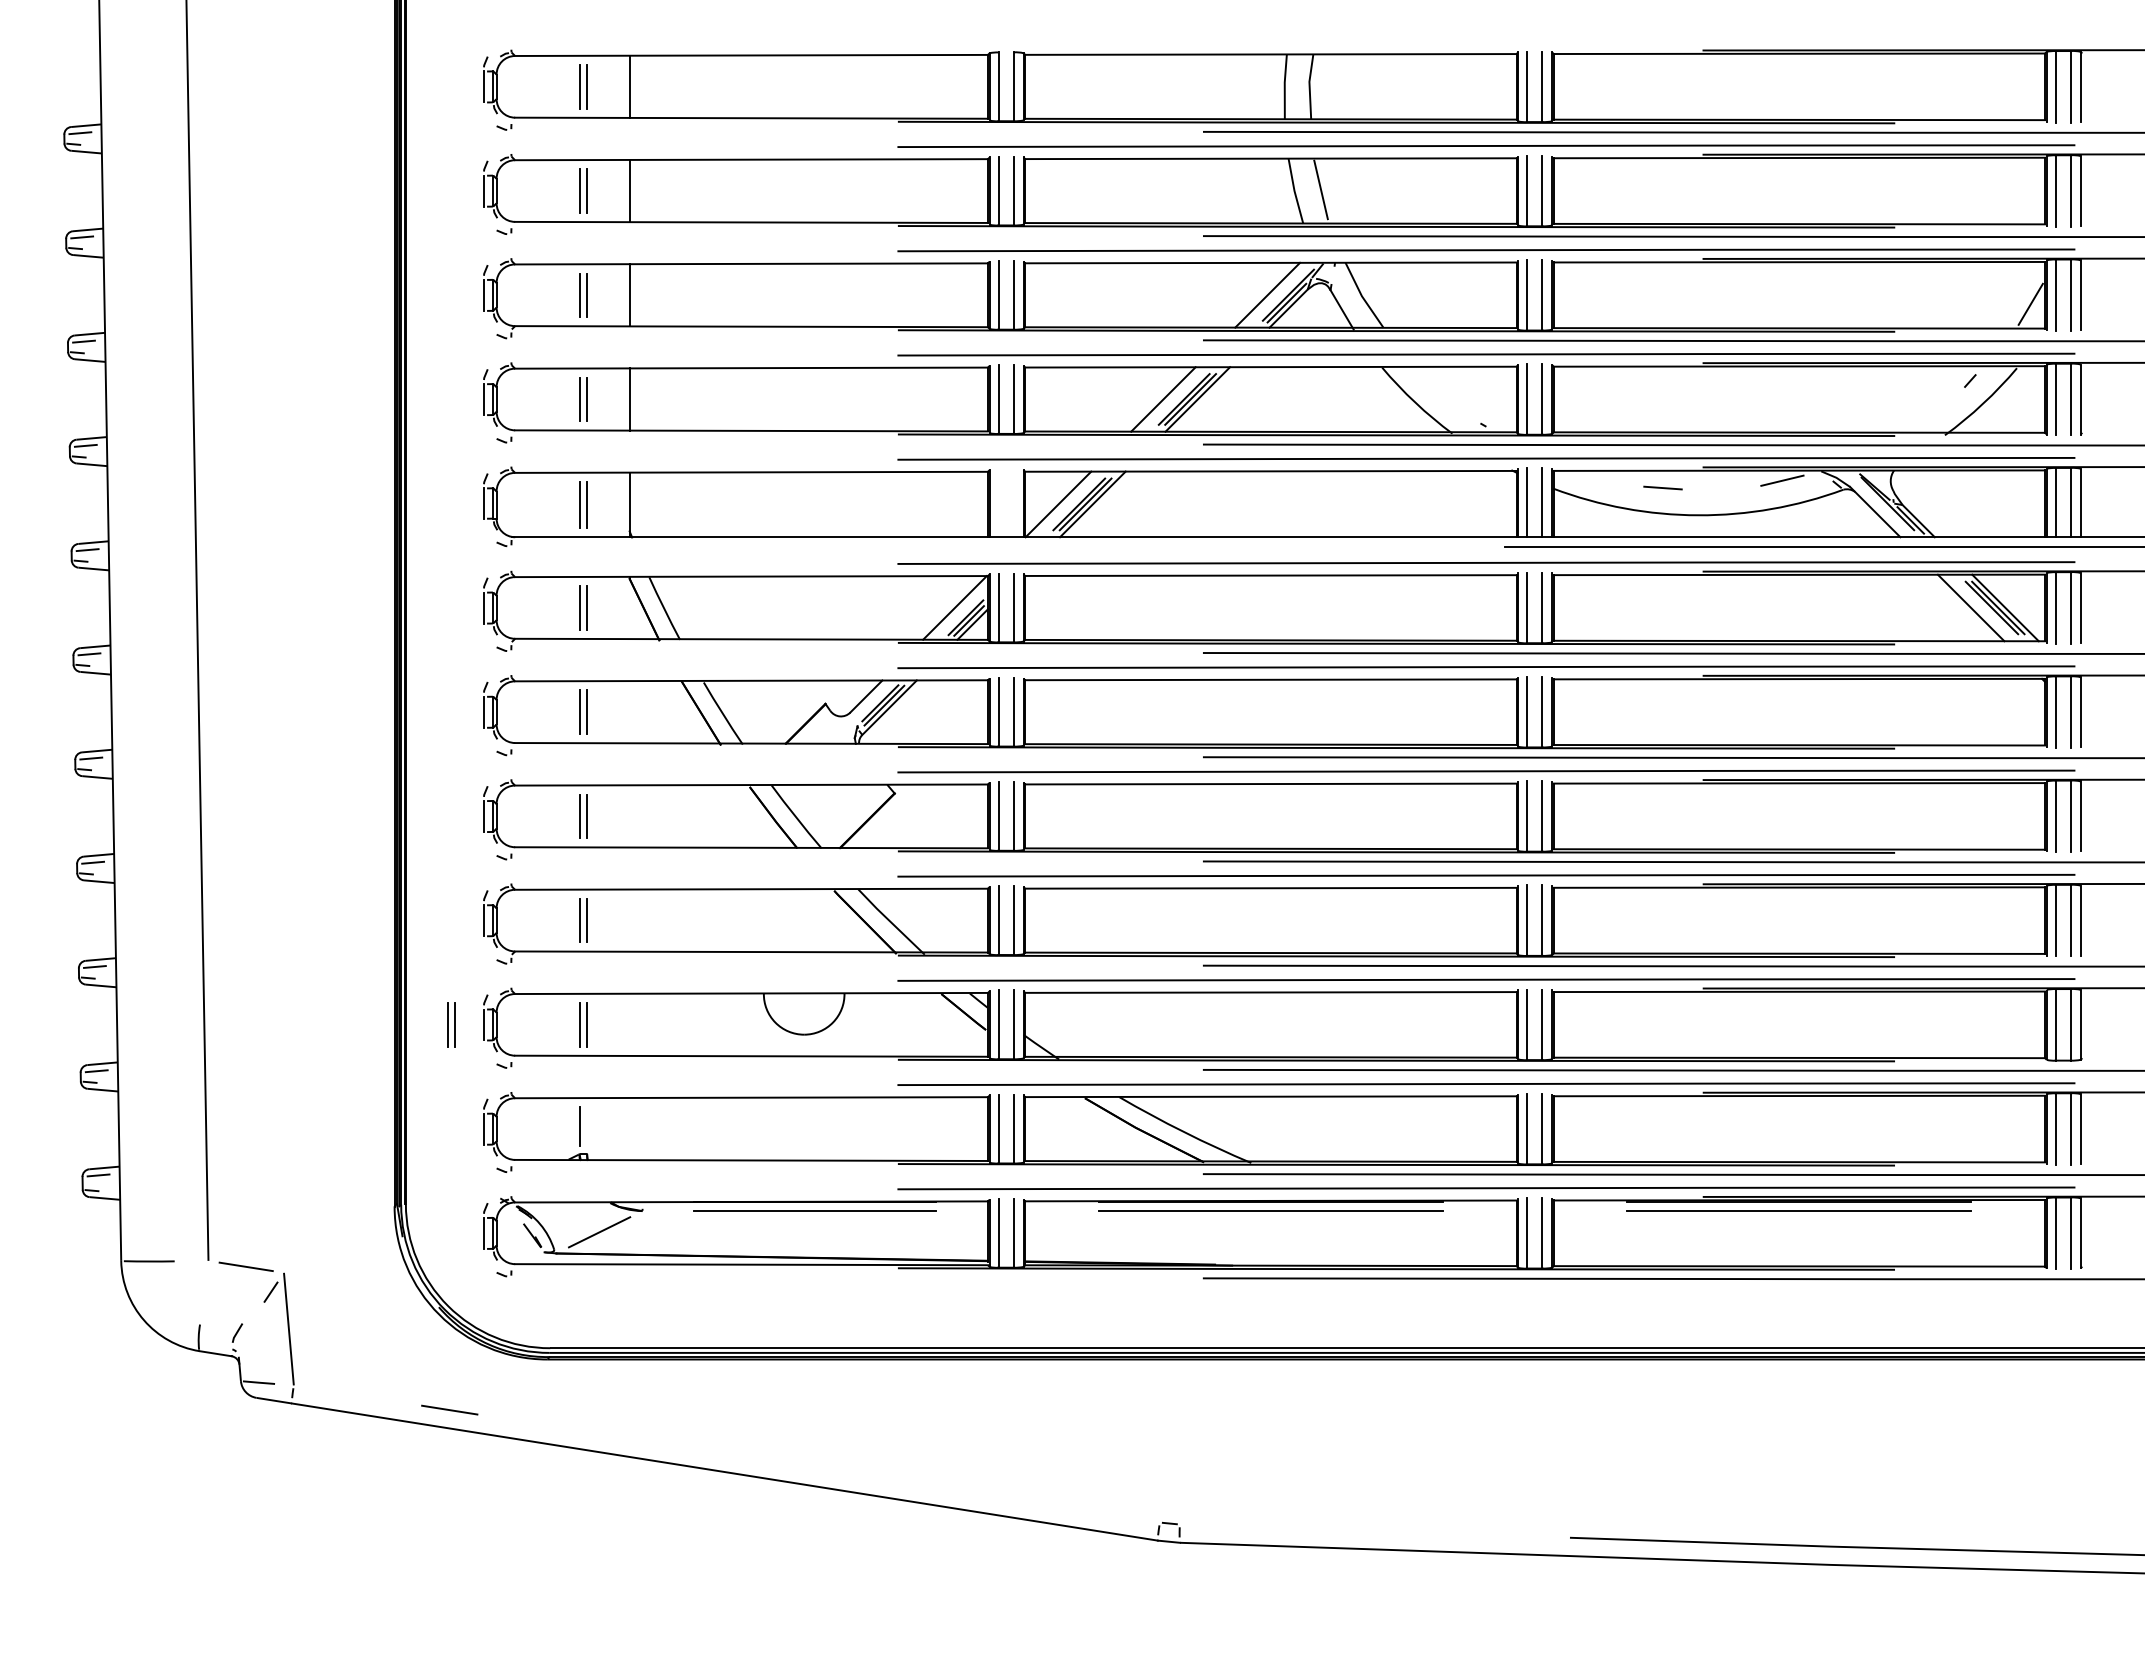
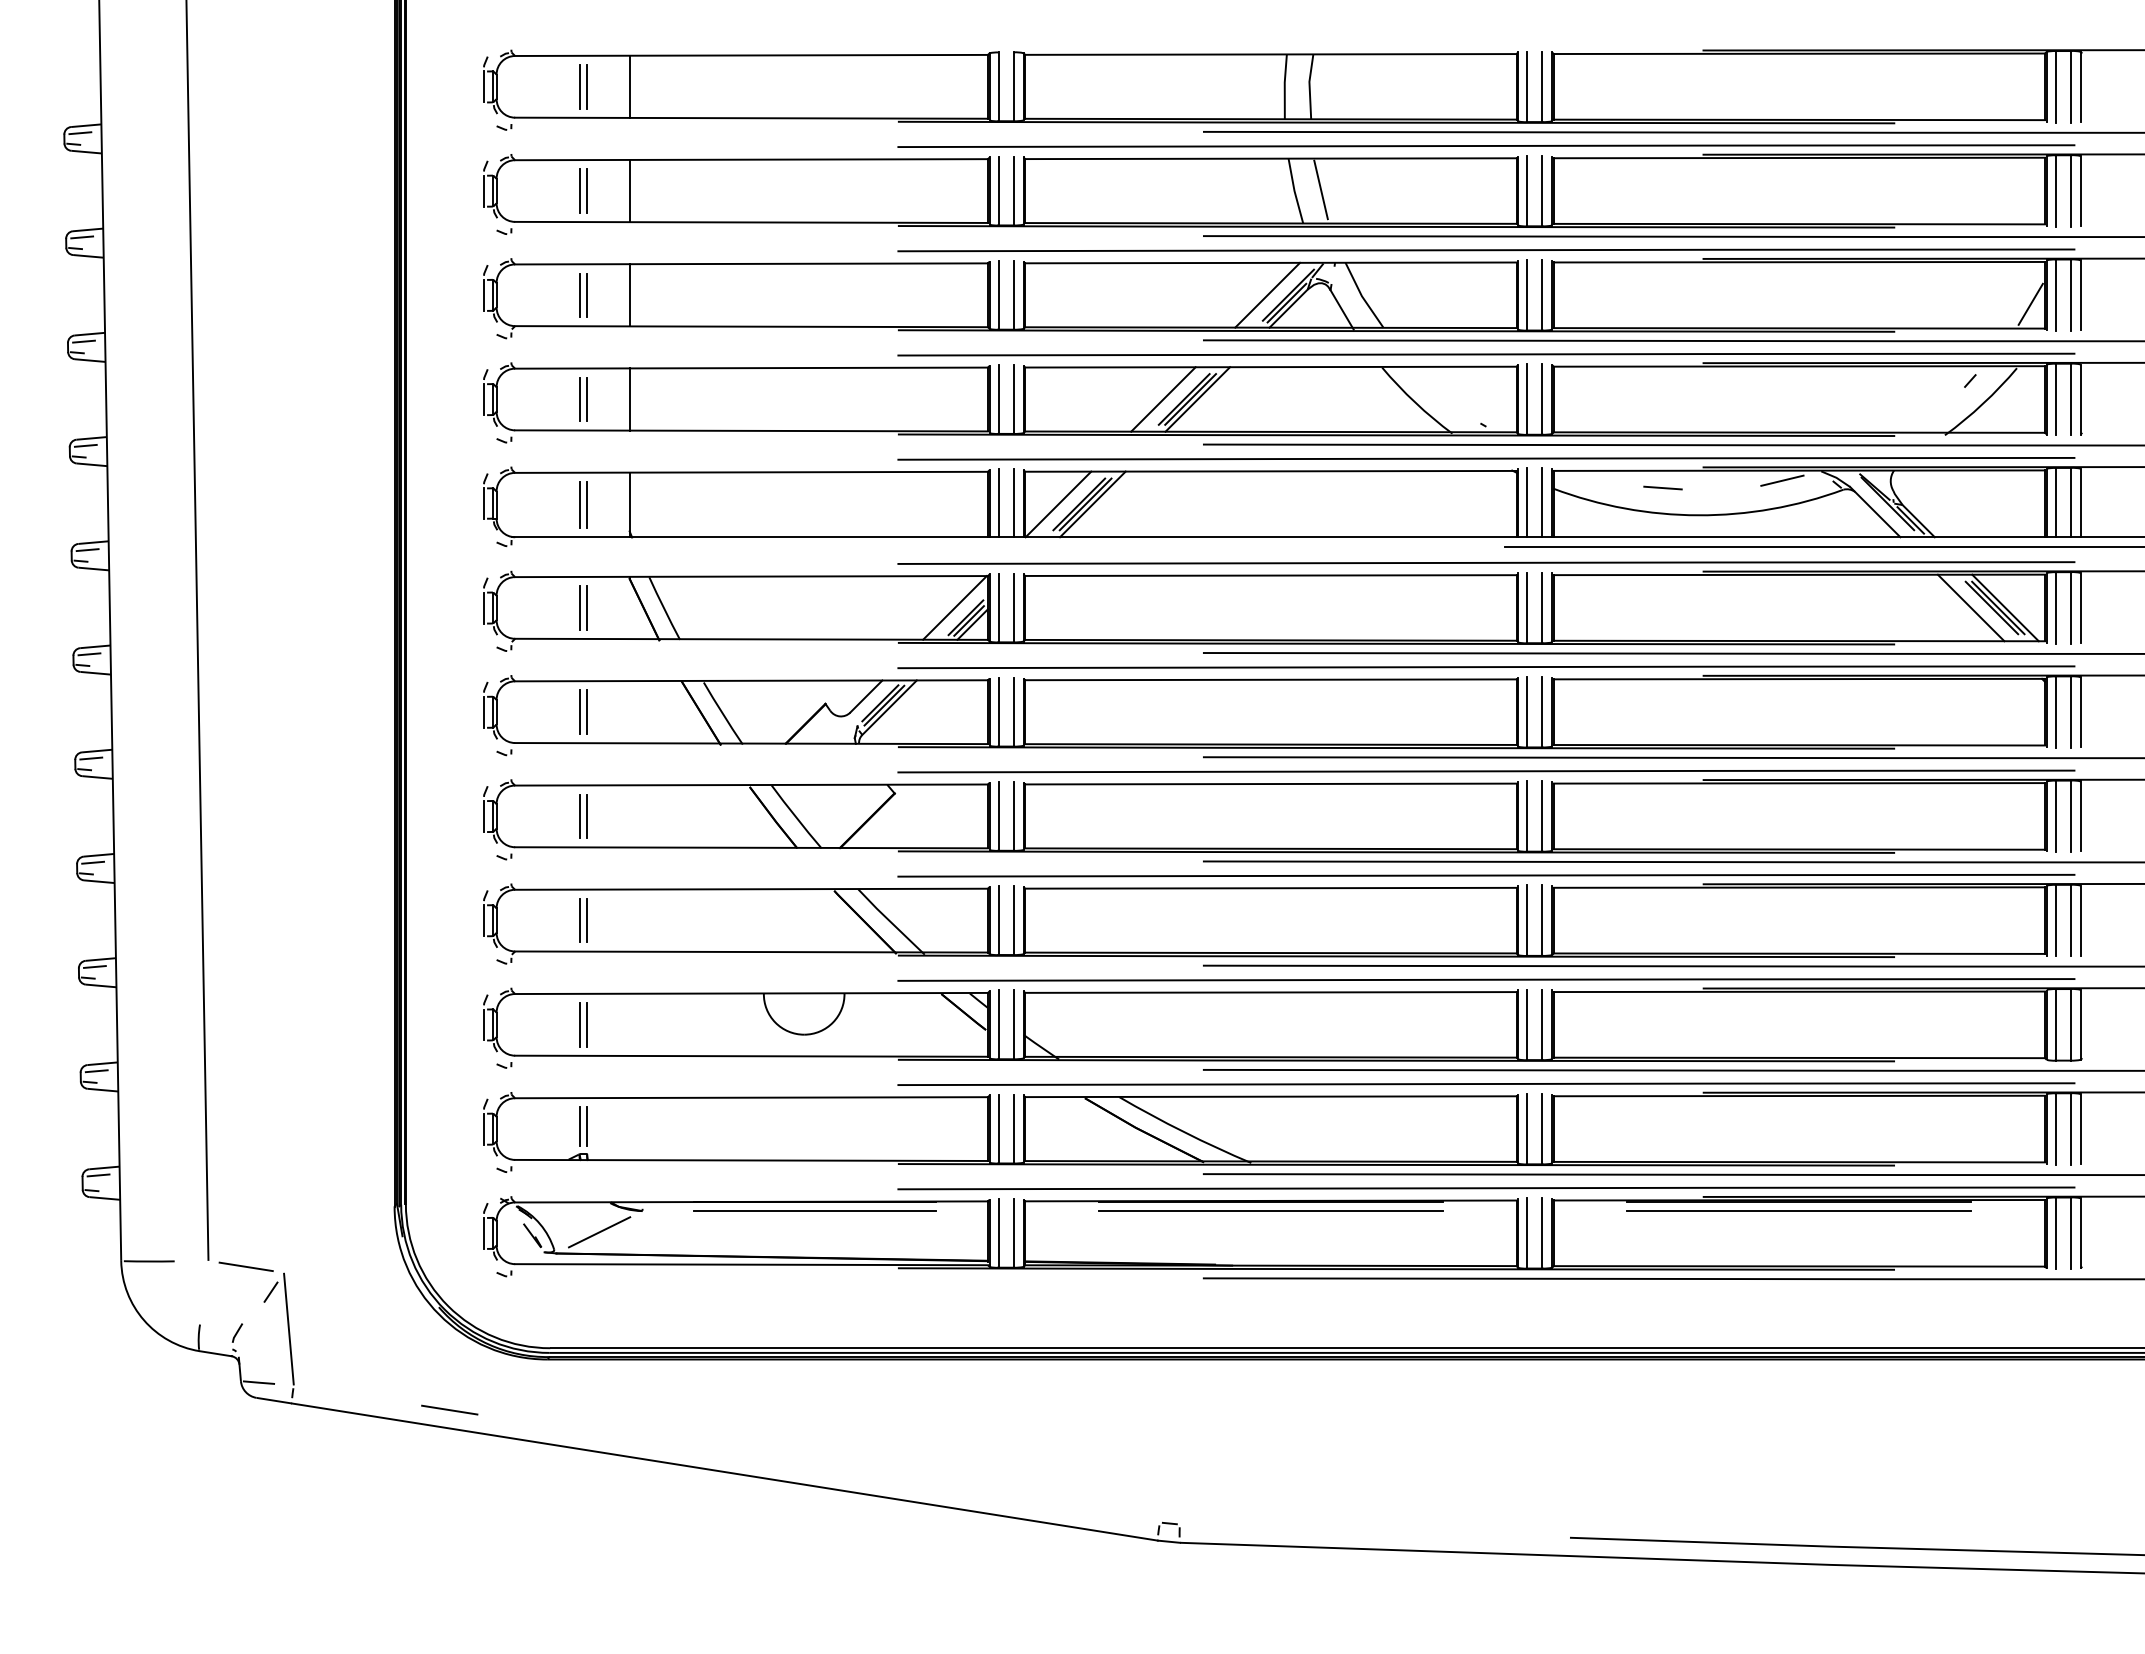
line at (998, 503): none -> present
line at (1013, 503): none -> present
part at (451, 1024): present -> none
line at (587, 1125): none -> present
